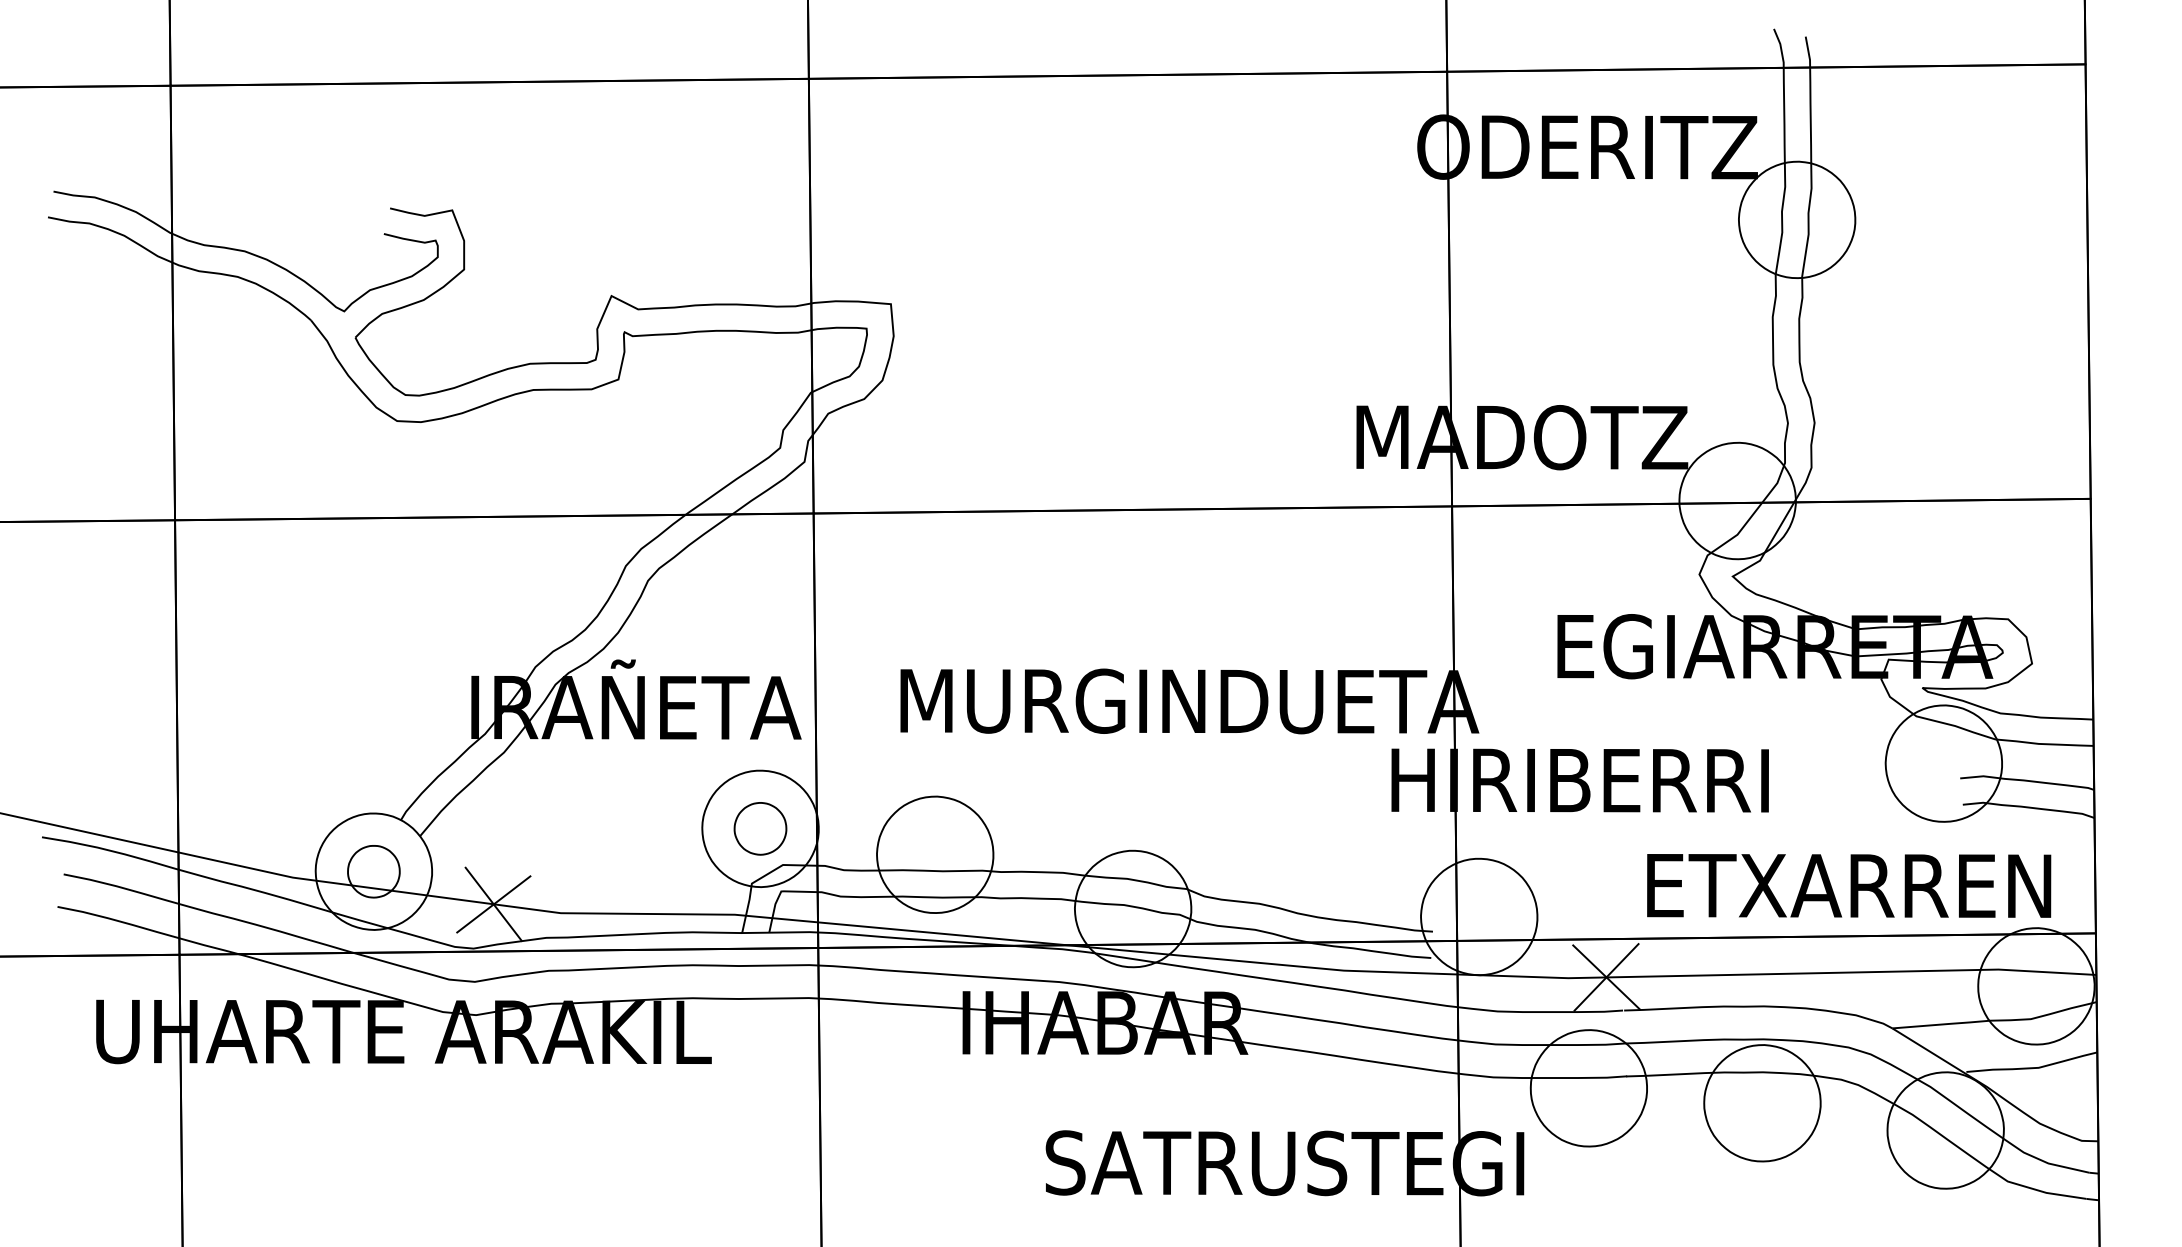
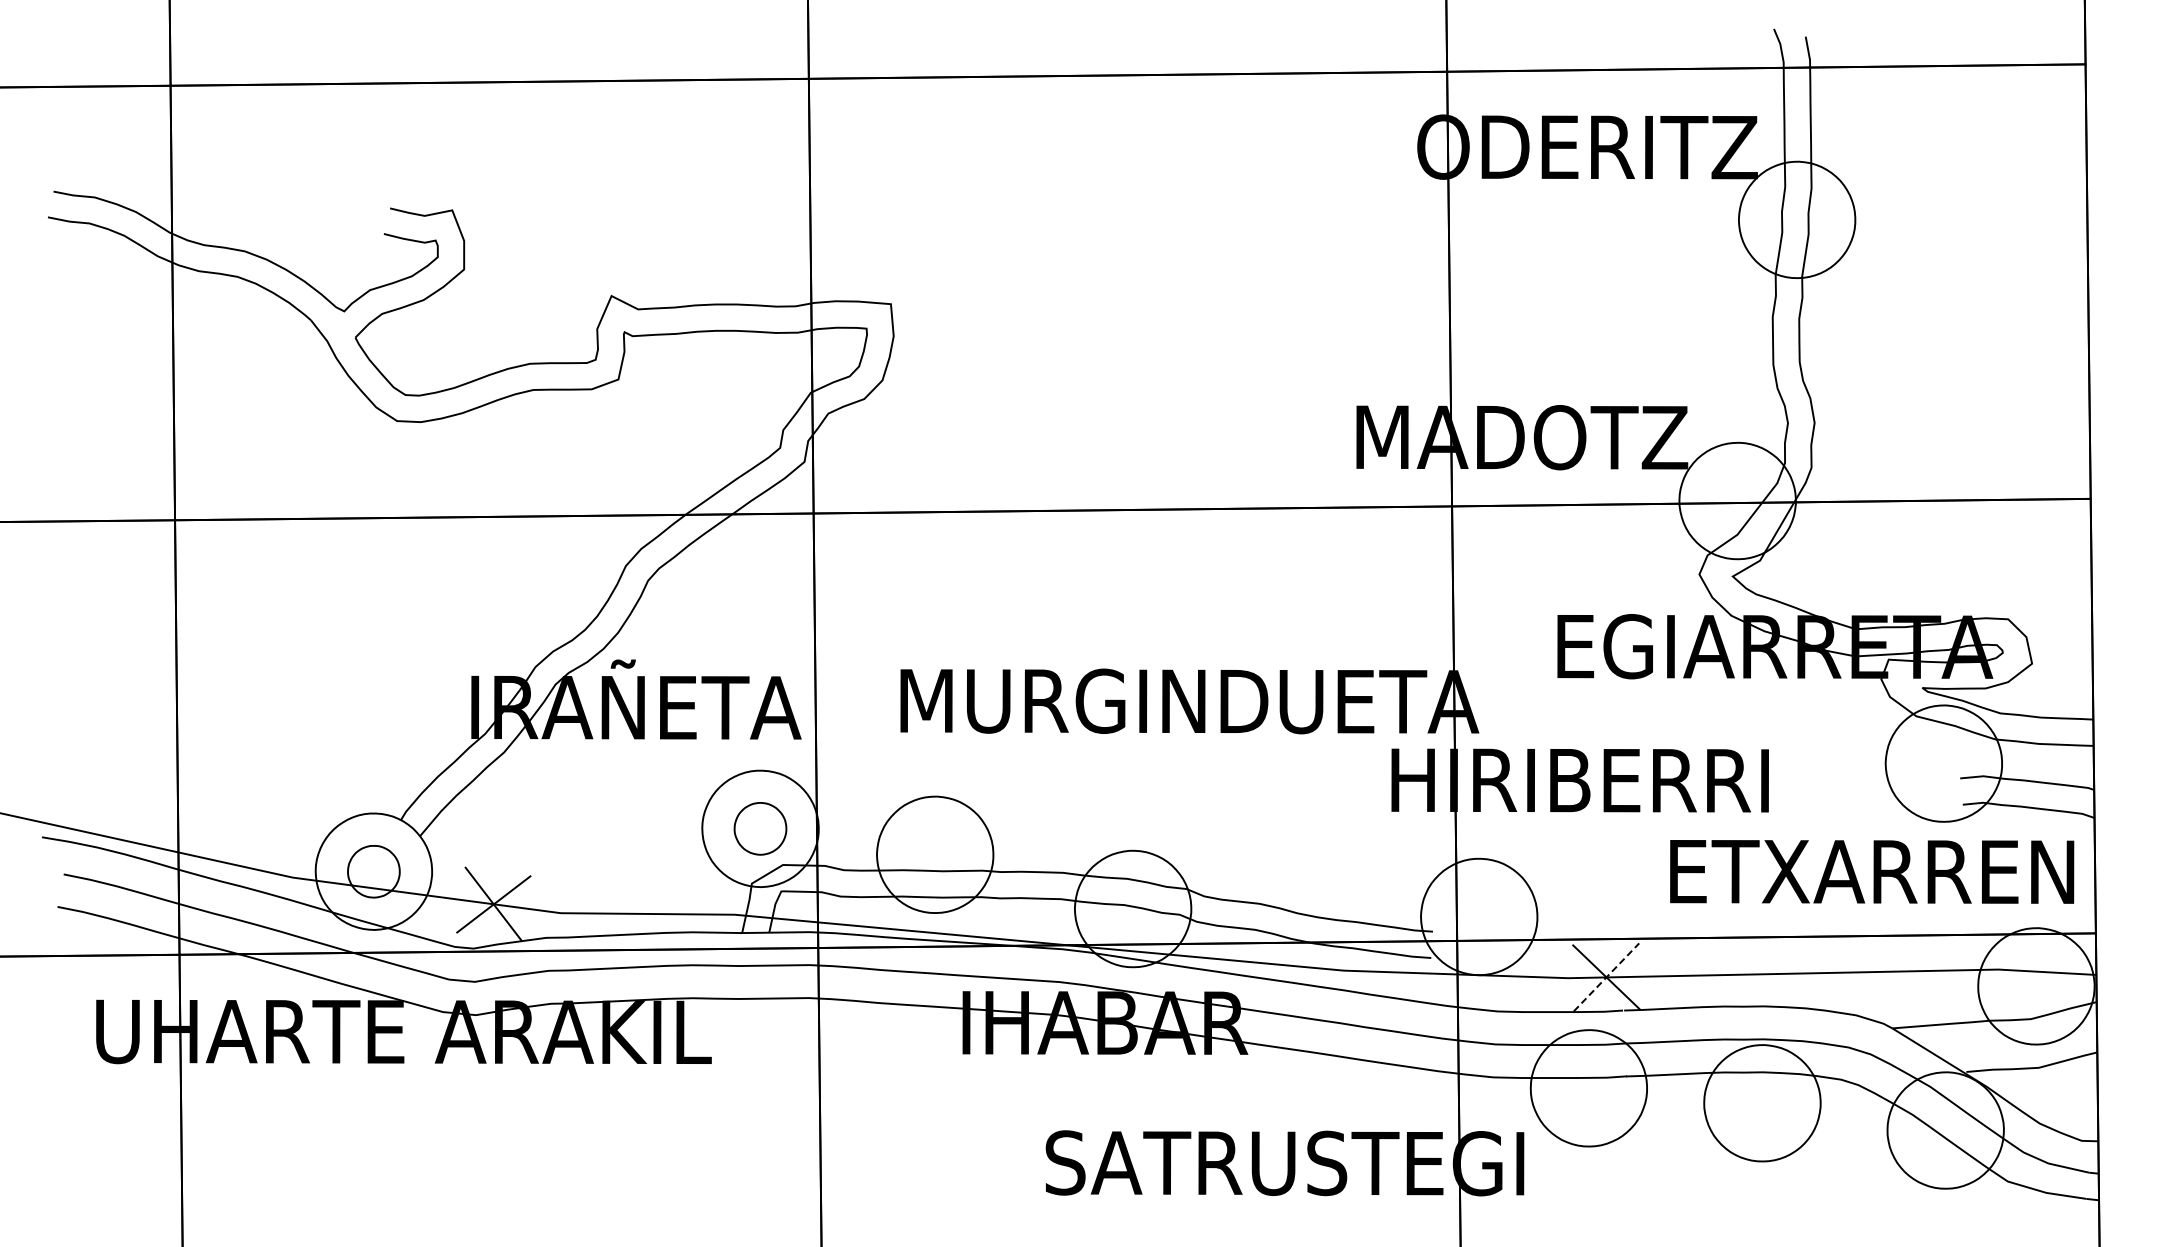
text at (1849, 885) position: (1849, 885) -> (1872, 871)
line at (1606, 976): solid -> dashed
